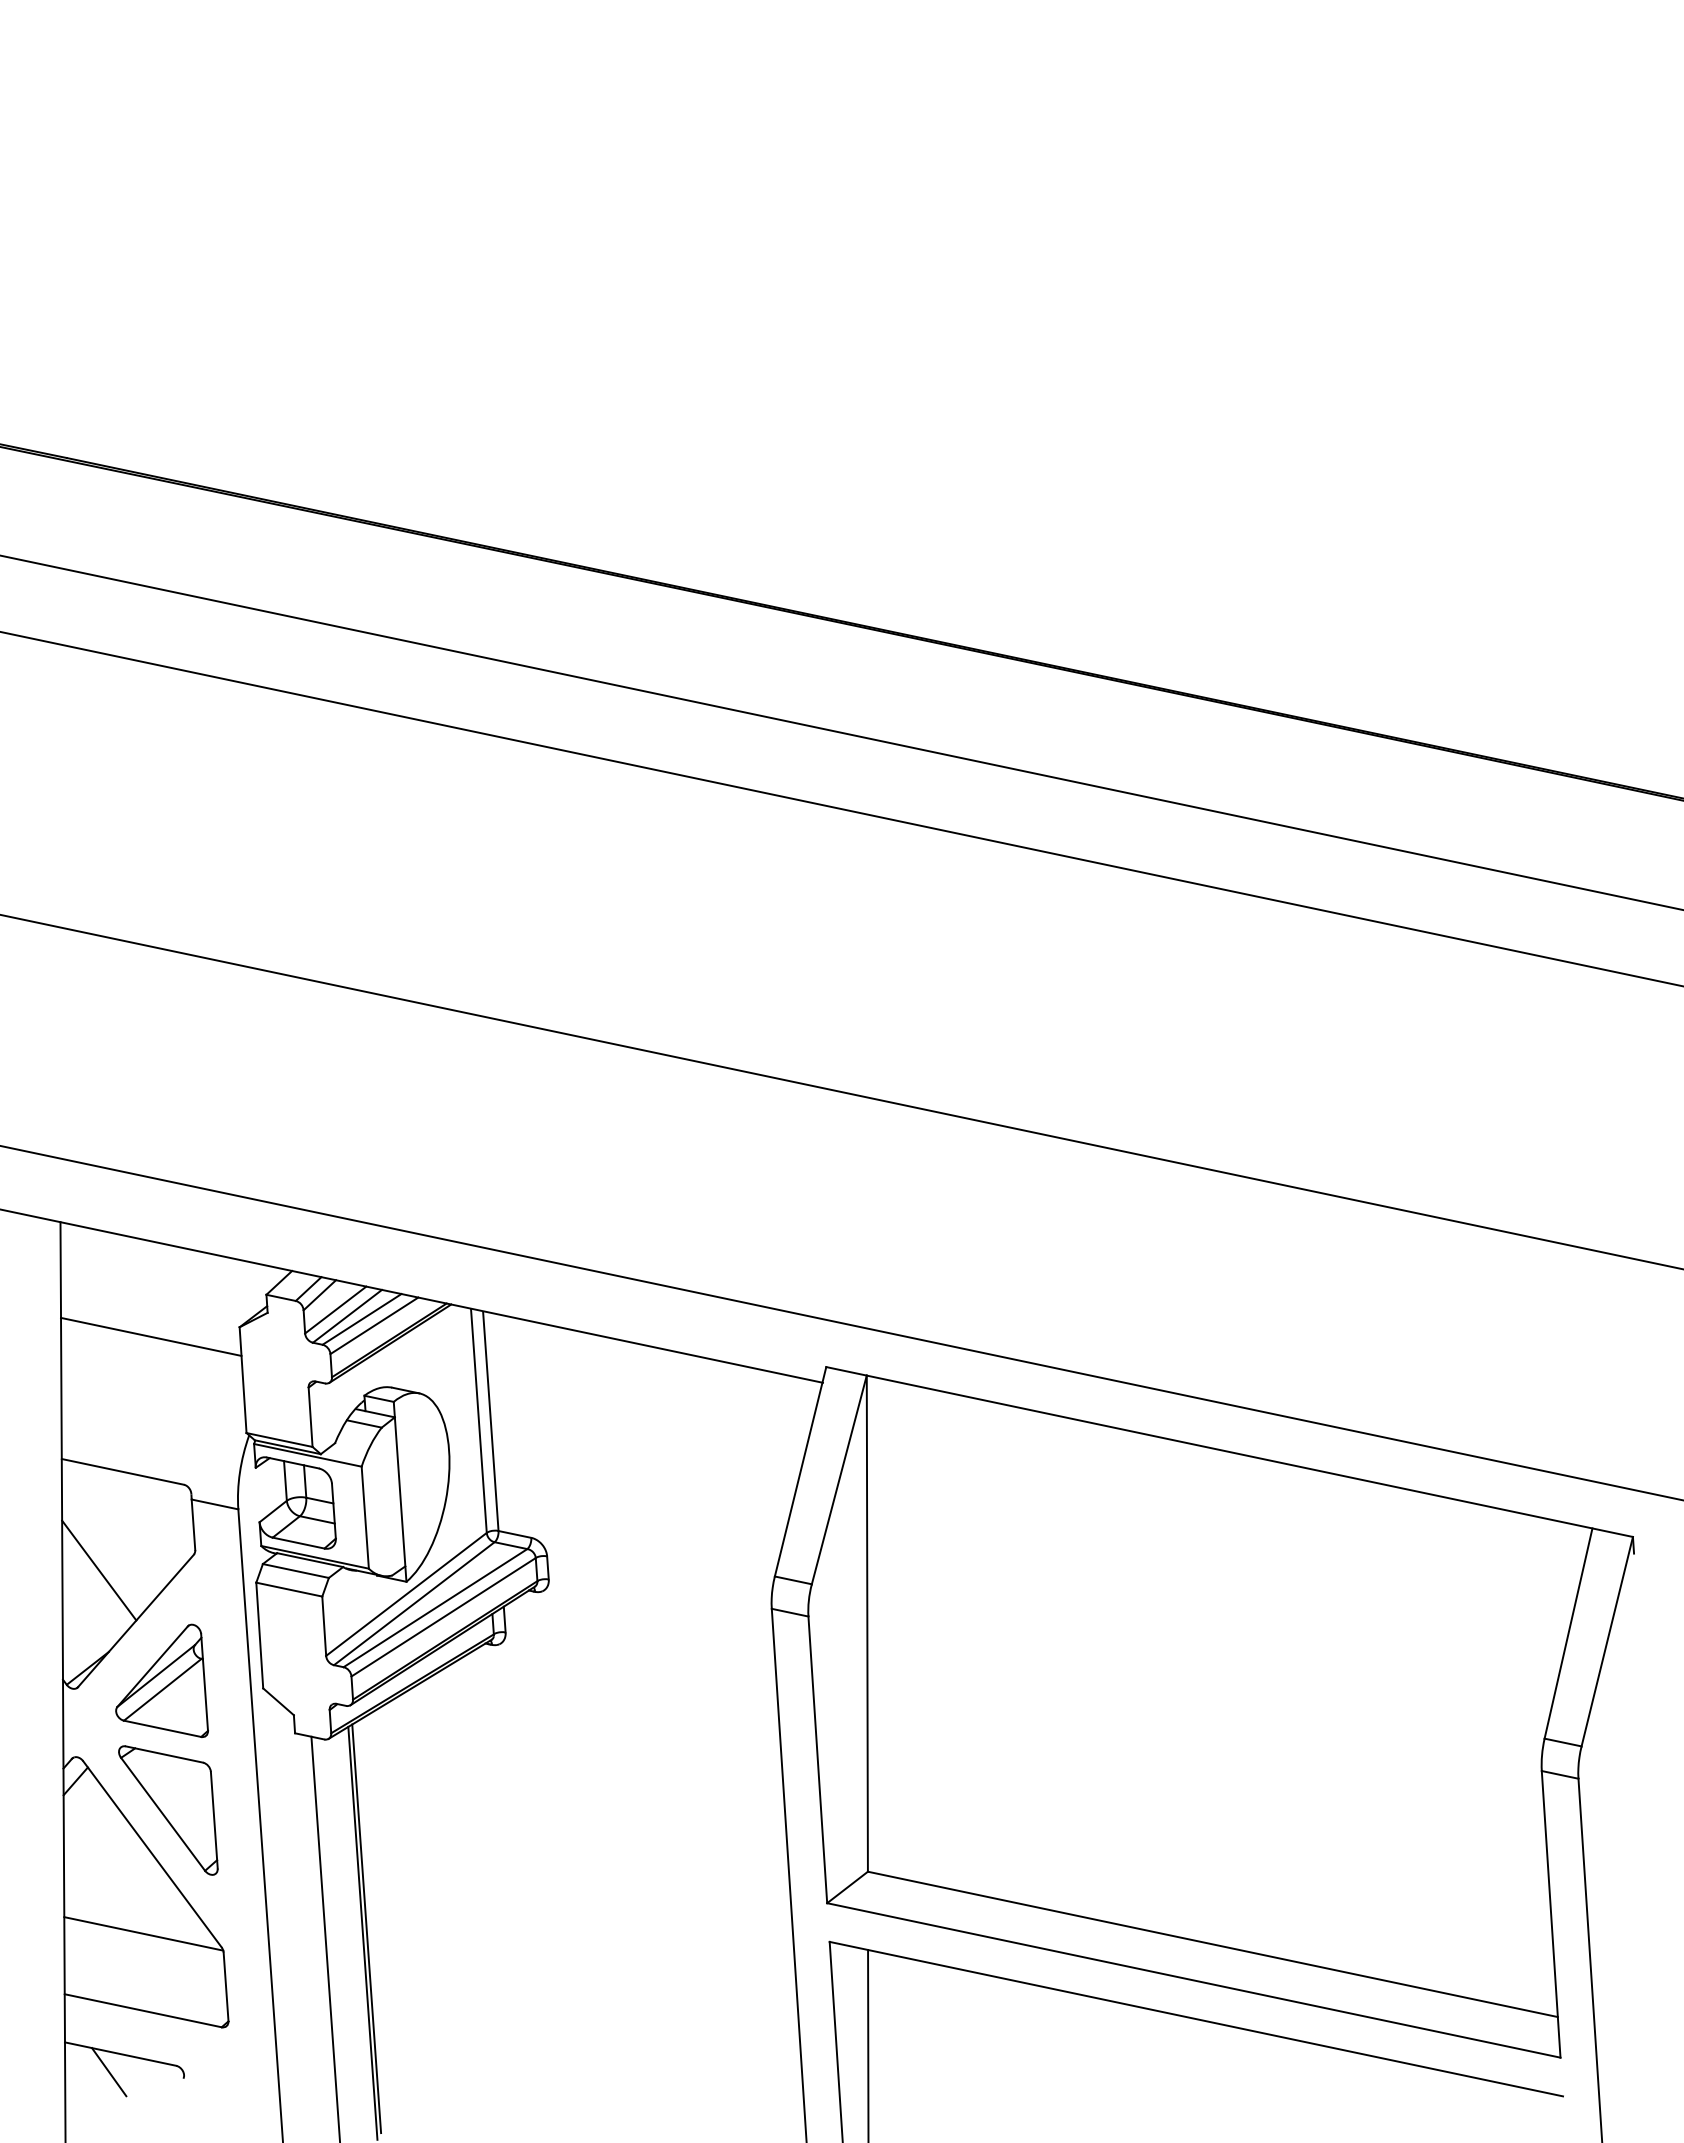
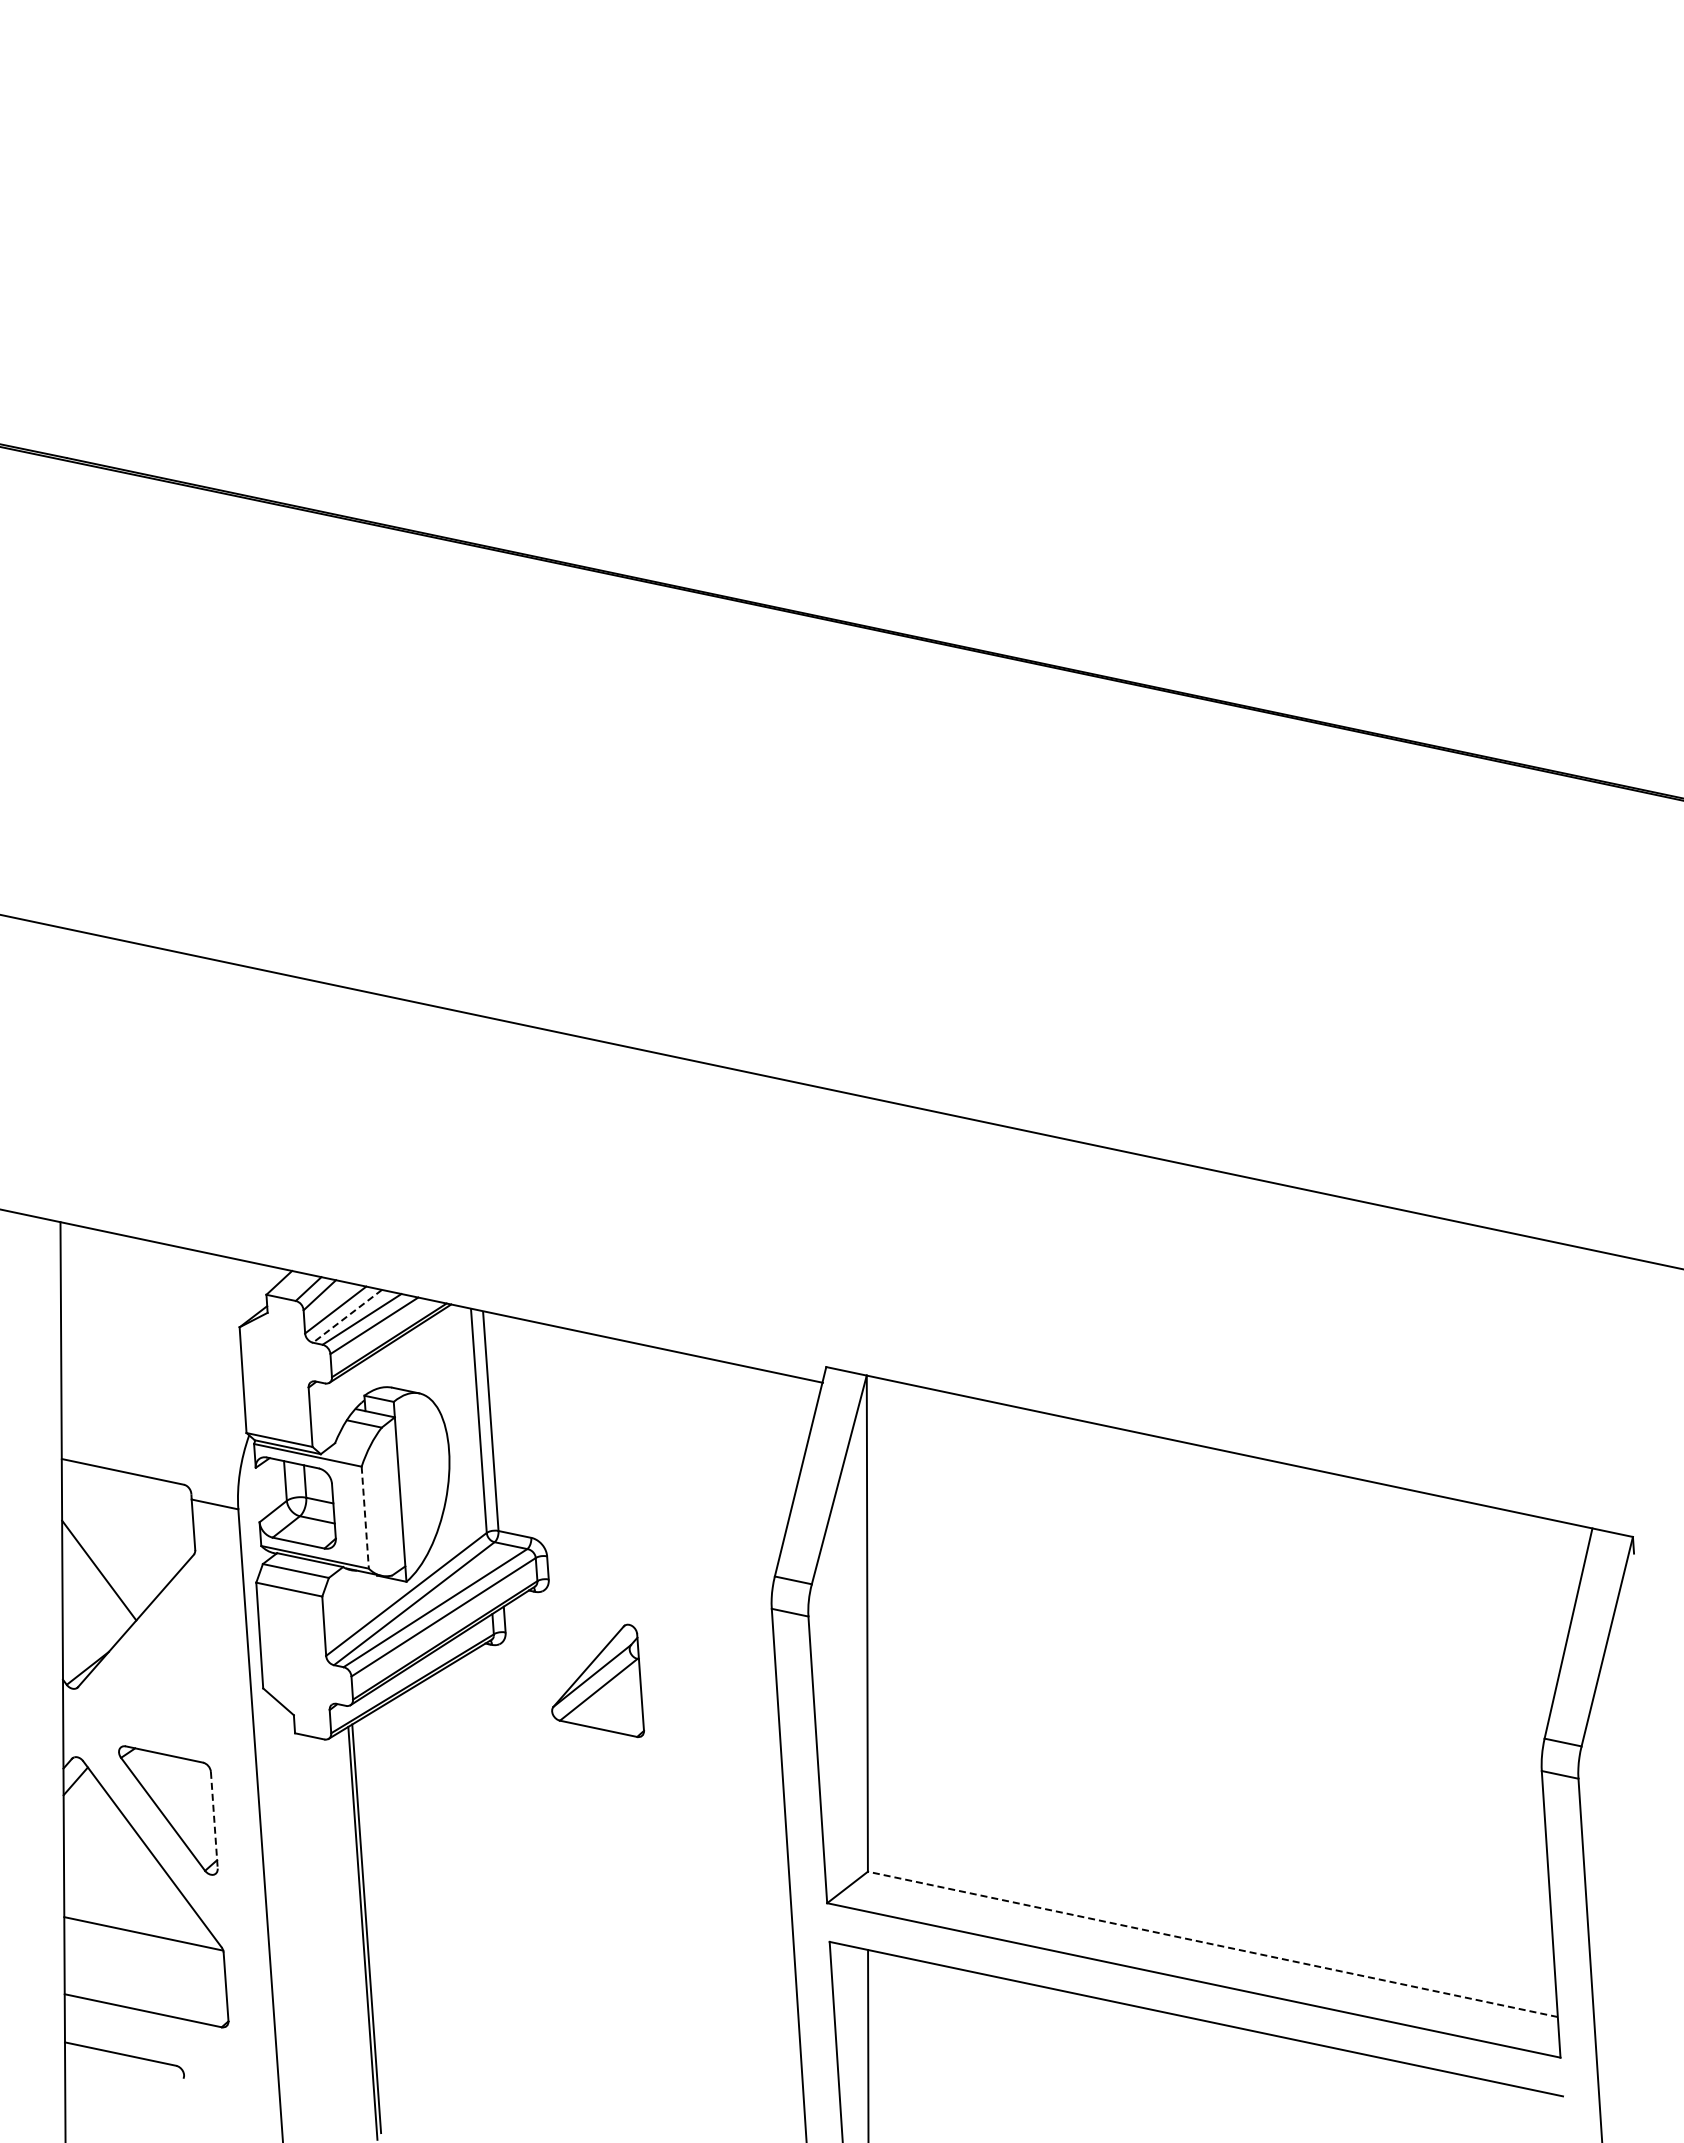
line at (841, 732): present -> none
line at (841, 808): present -> none
line at (347, 1316): solid -> dashed
line at (841, 1322): present -> none
line at (151, 1336): present -> none
line at (365, 1518): solid -> dashed
part at (161, 1680) position: (161, 1680) -> (597, 1680)
line at (214, 1820): solid -> dashed
line at (325, 1937): present -> none
line at (1212, 1944): solid -> dashed
line at (109, 2072): present -> none
